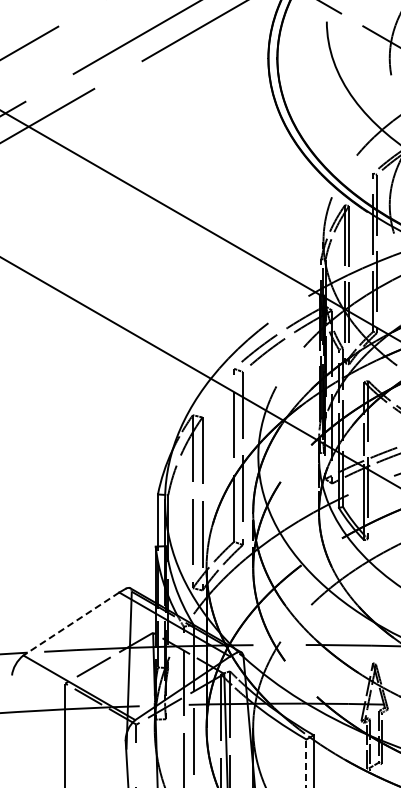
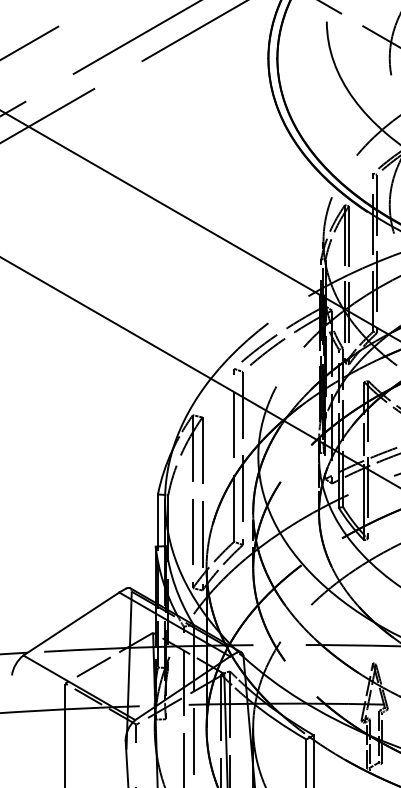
line at (70, 624): dashed -> solid
line at (306, 763): dashed -> solid
